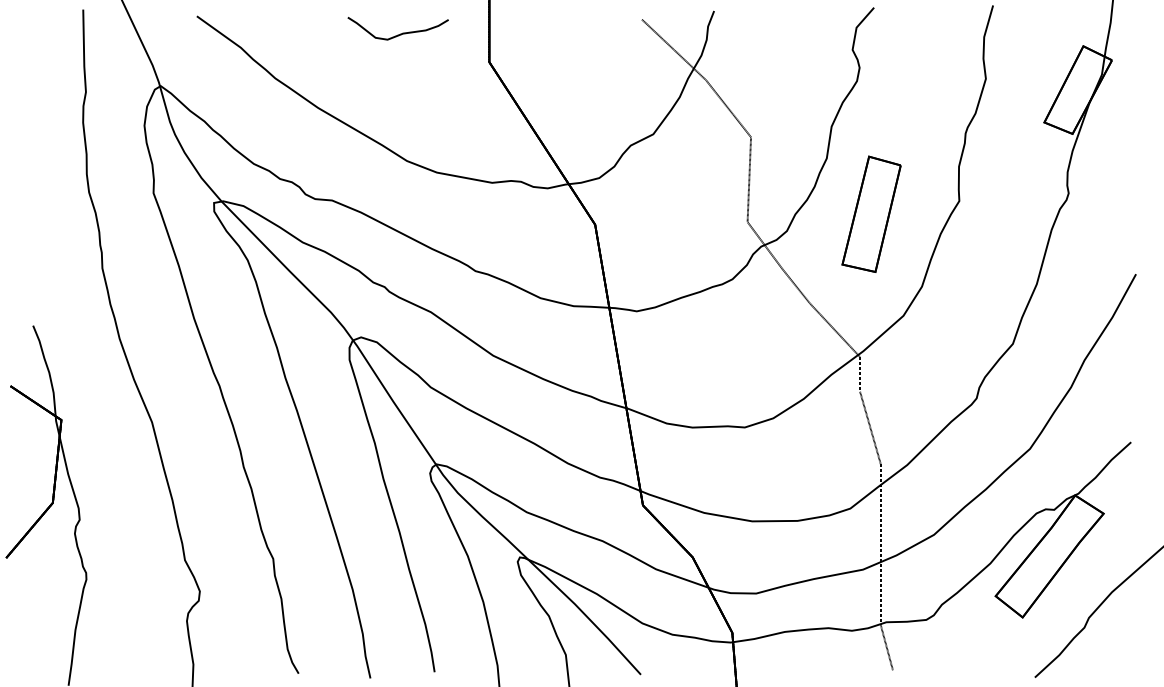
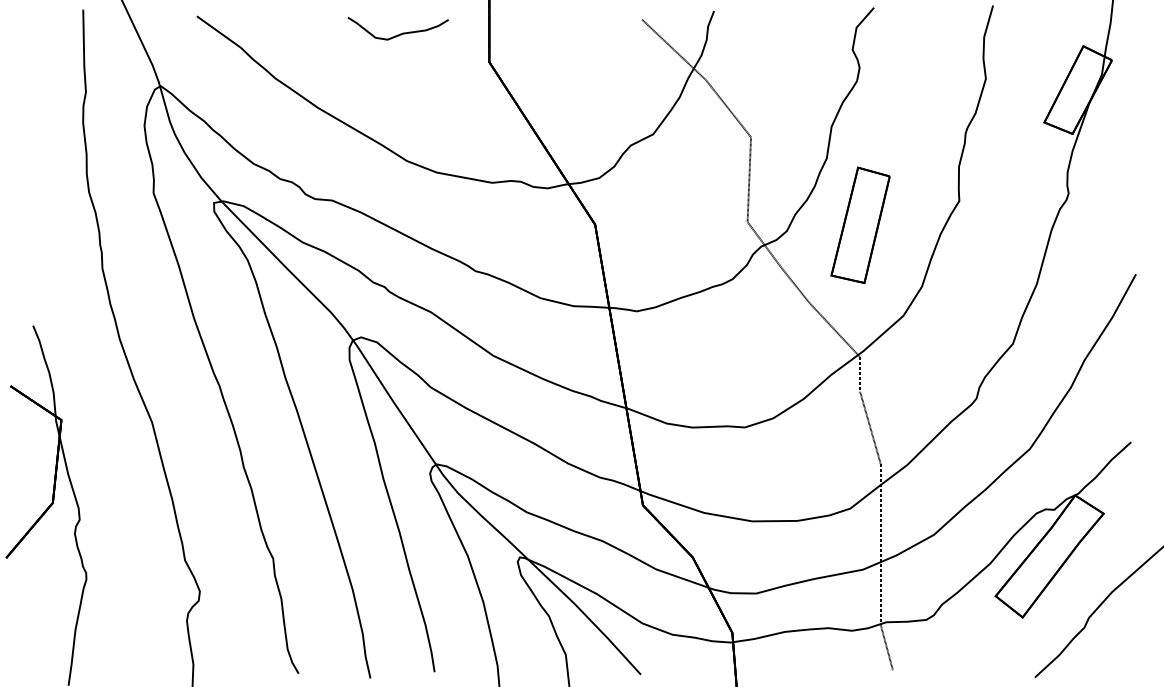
part at (871, 213) position: (871, 213) -> (860, 224)
